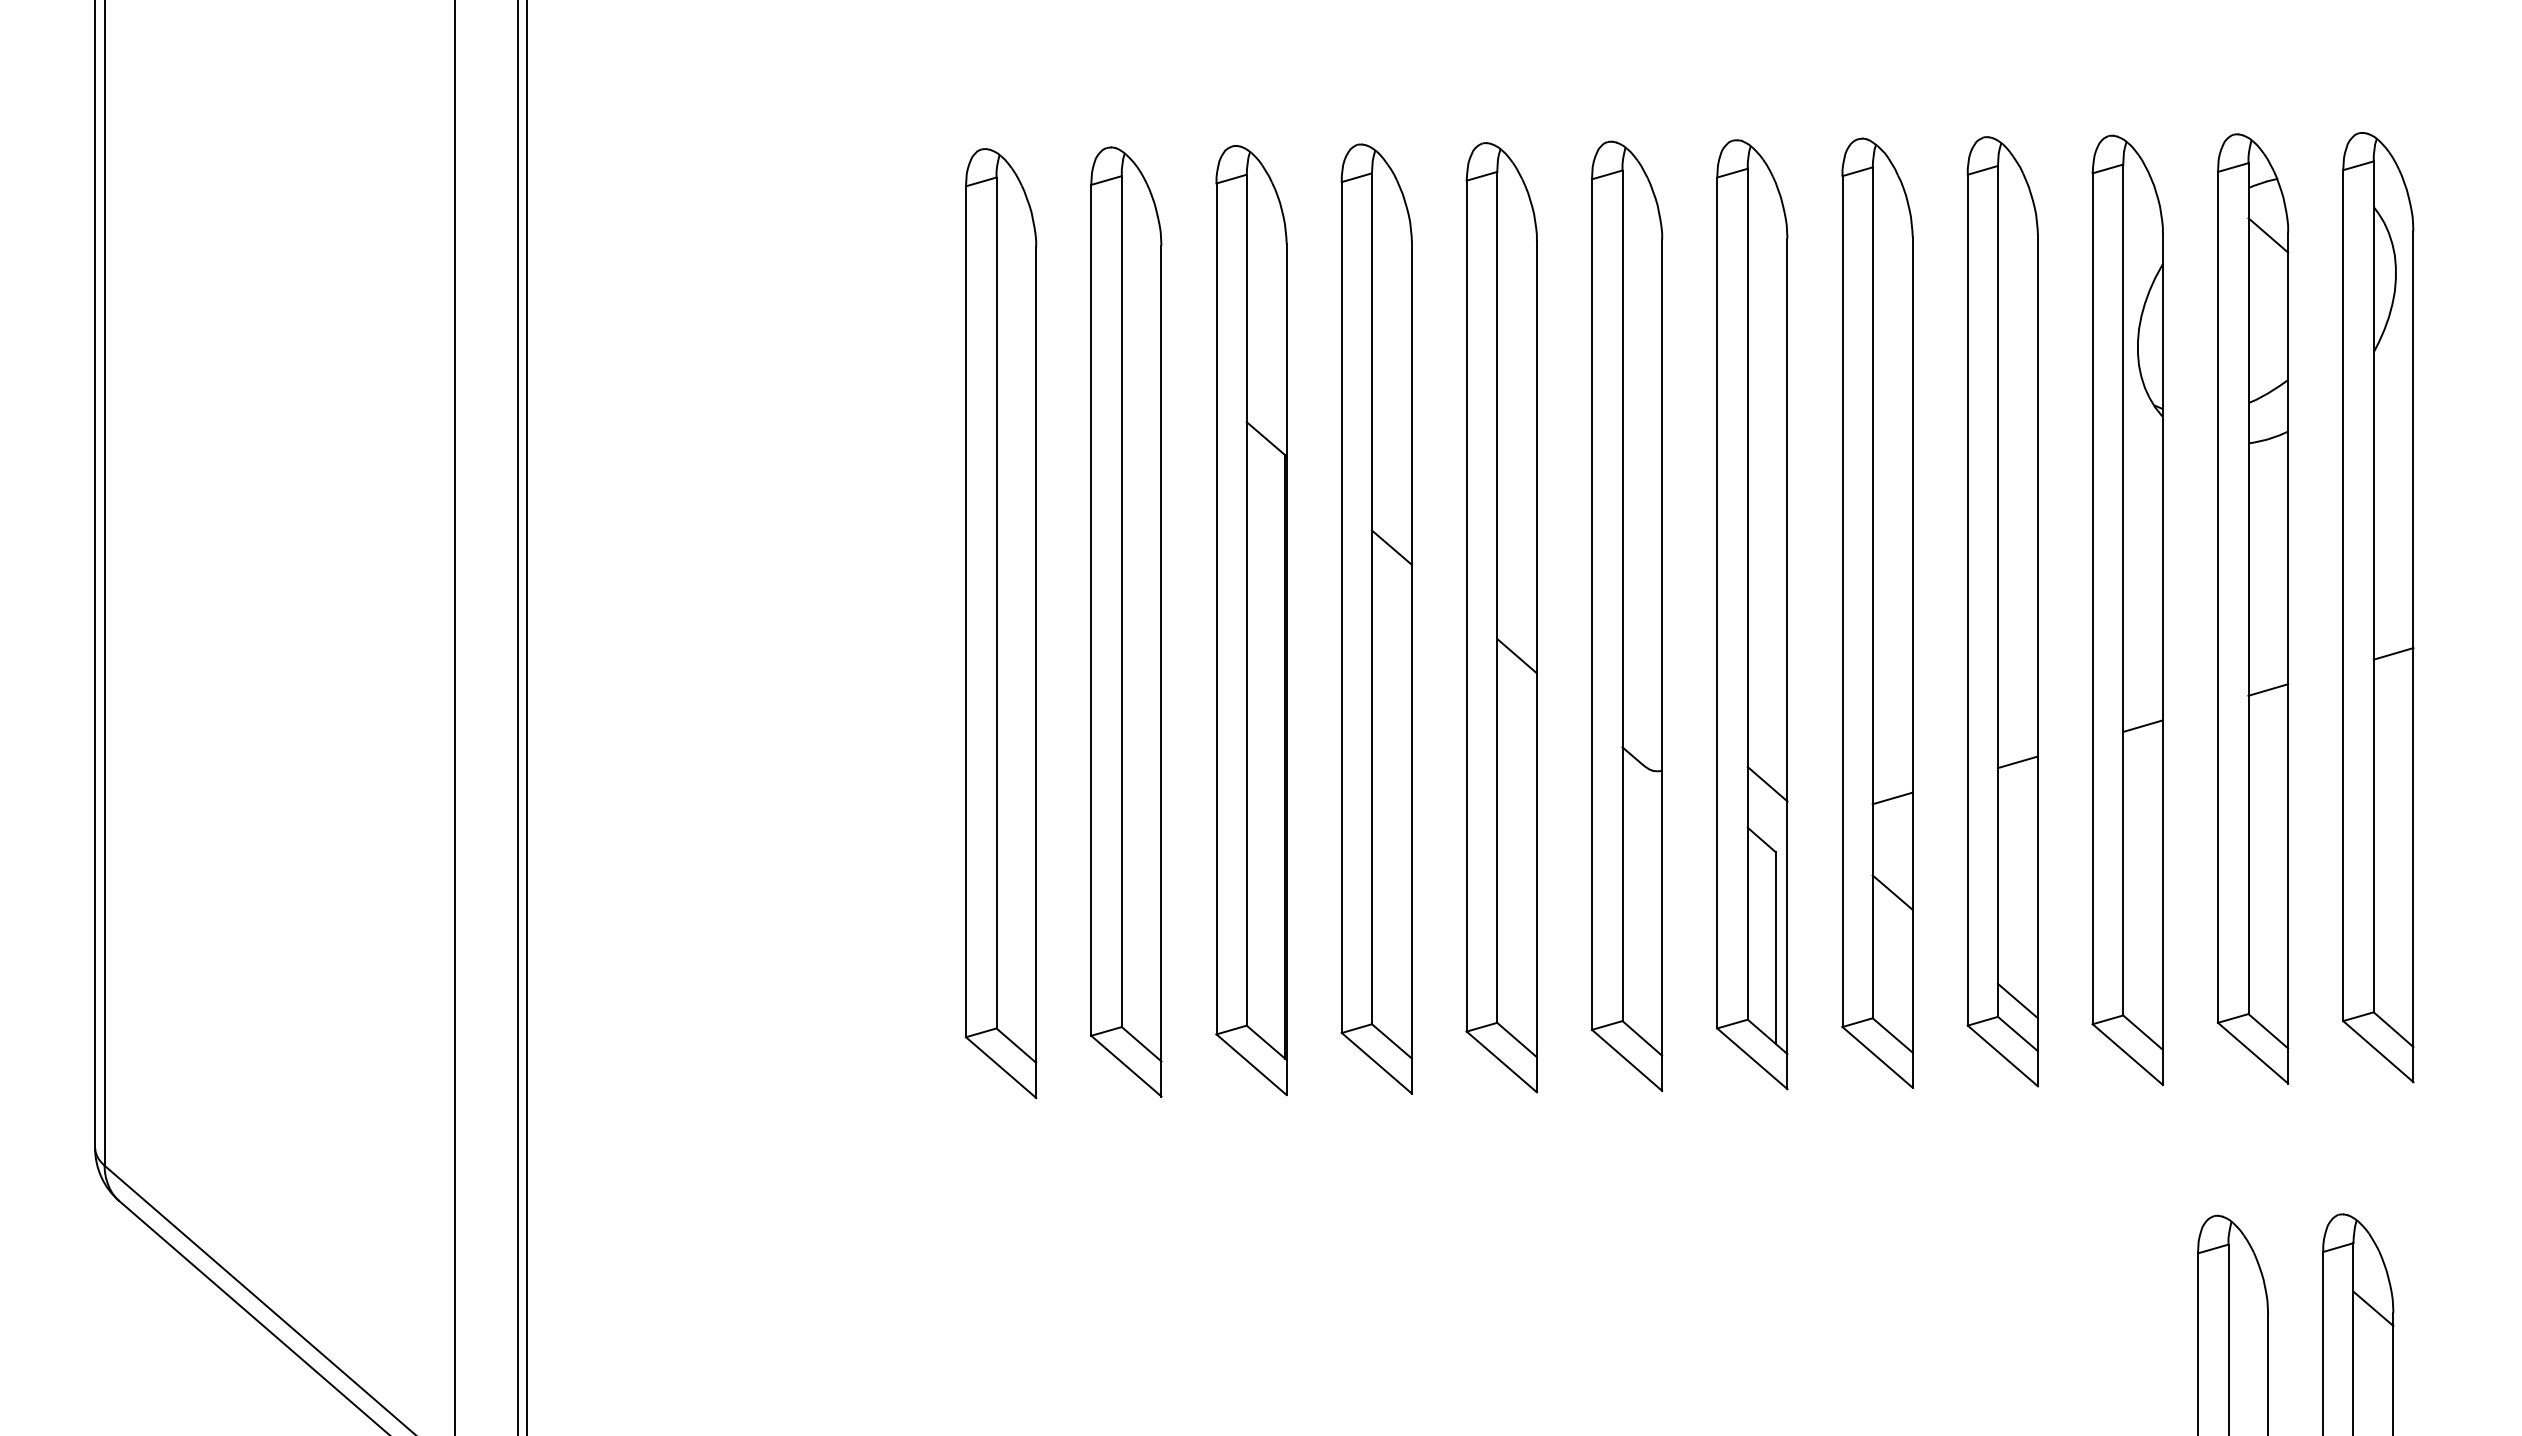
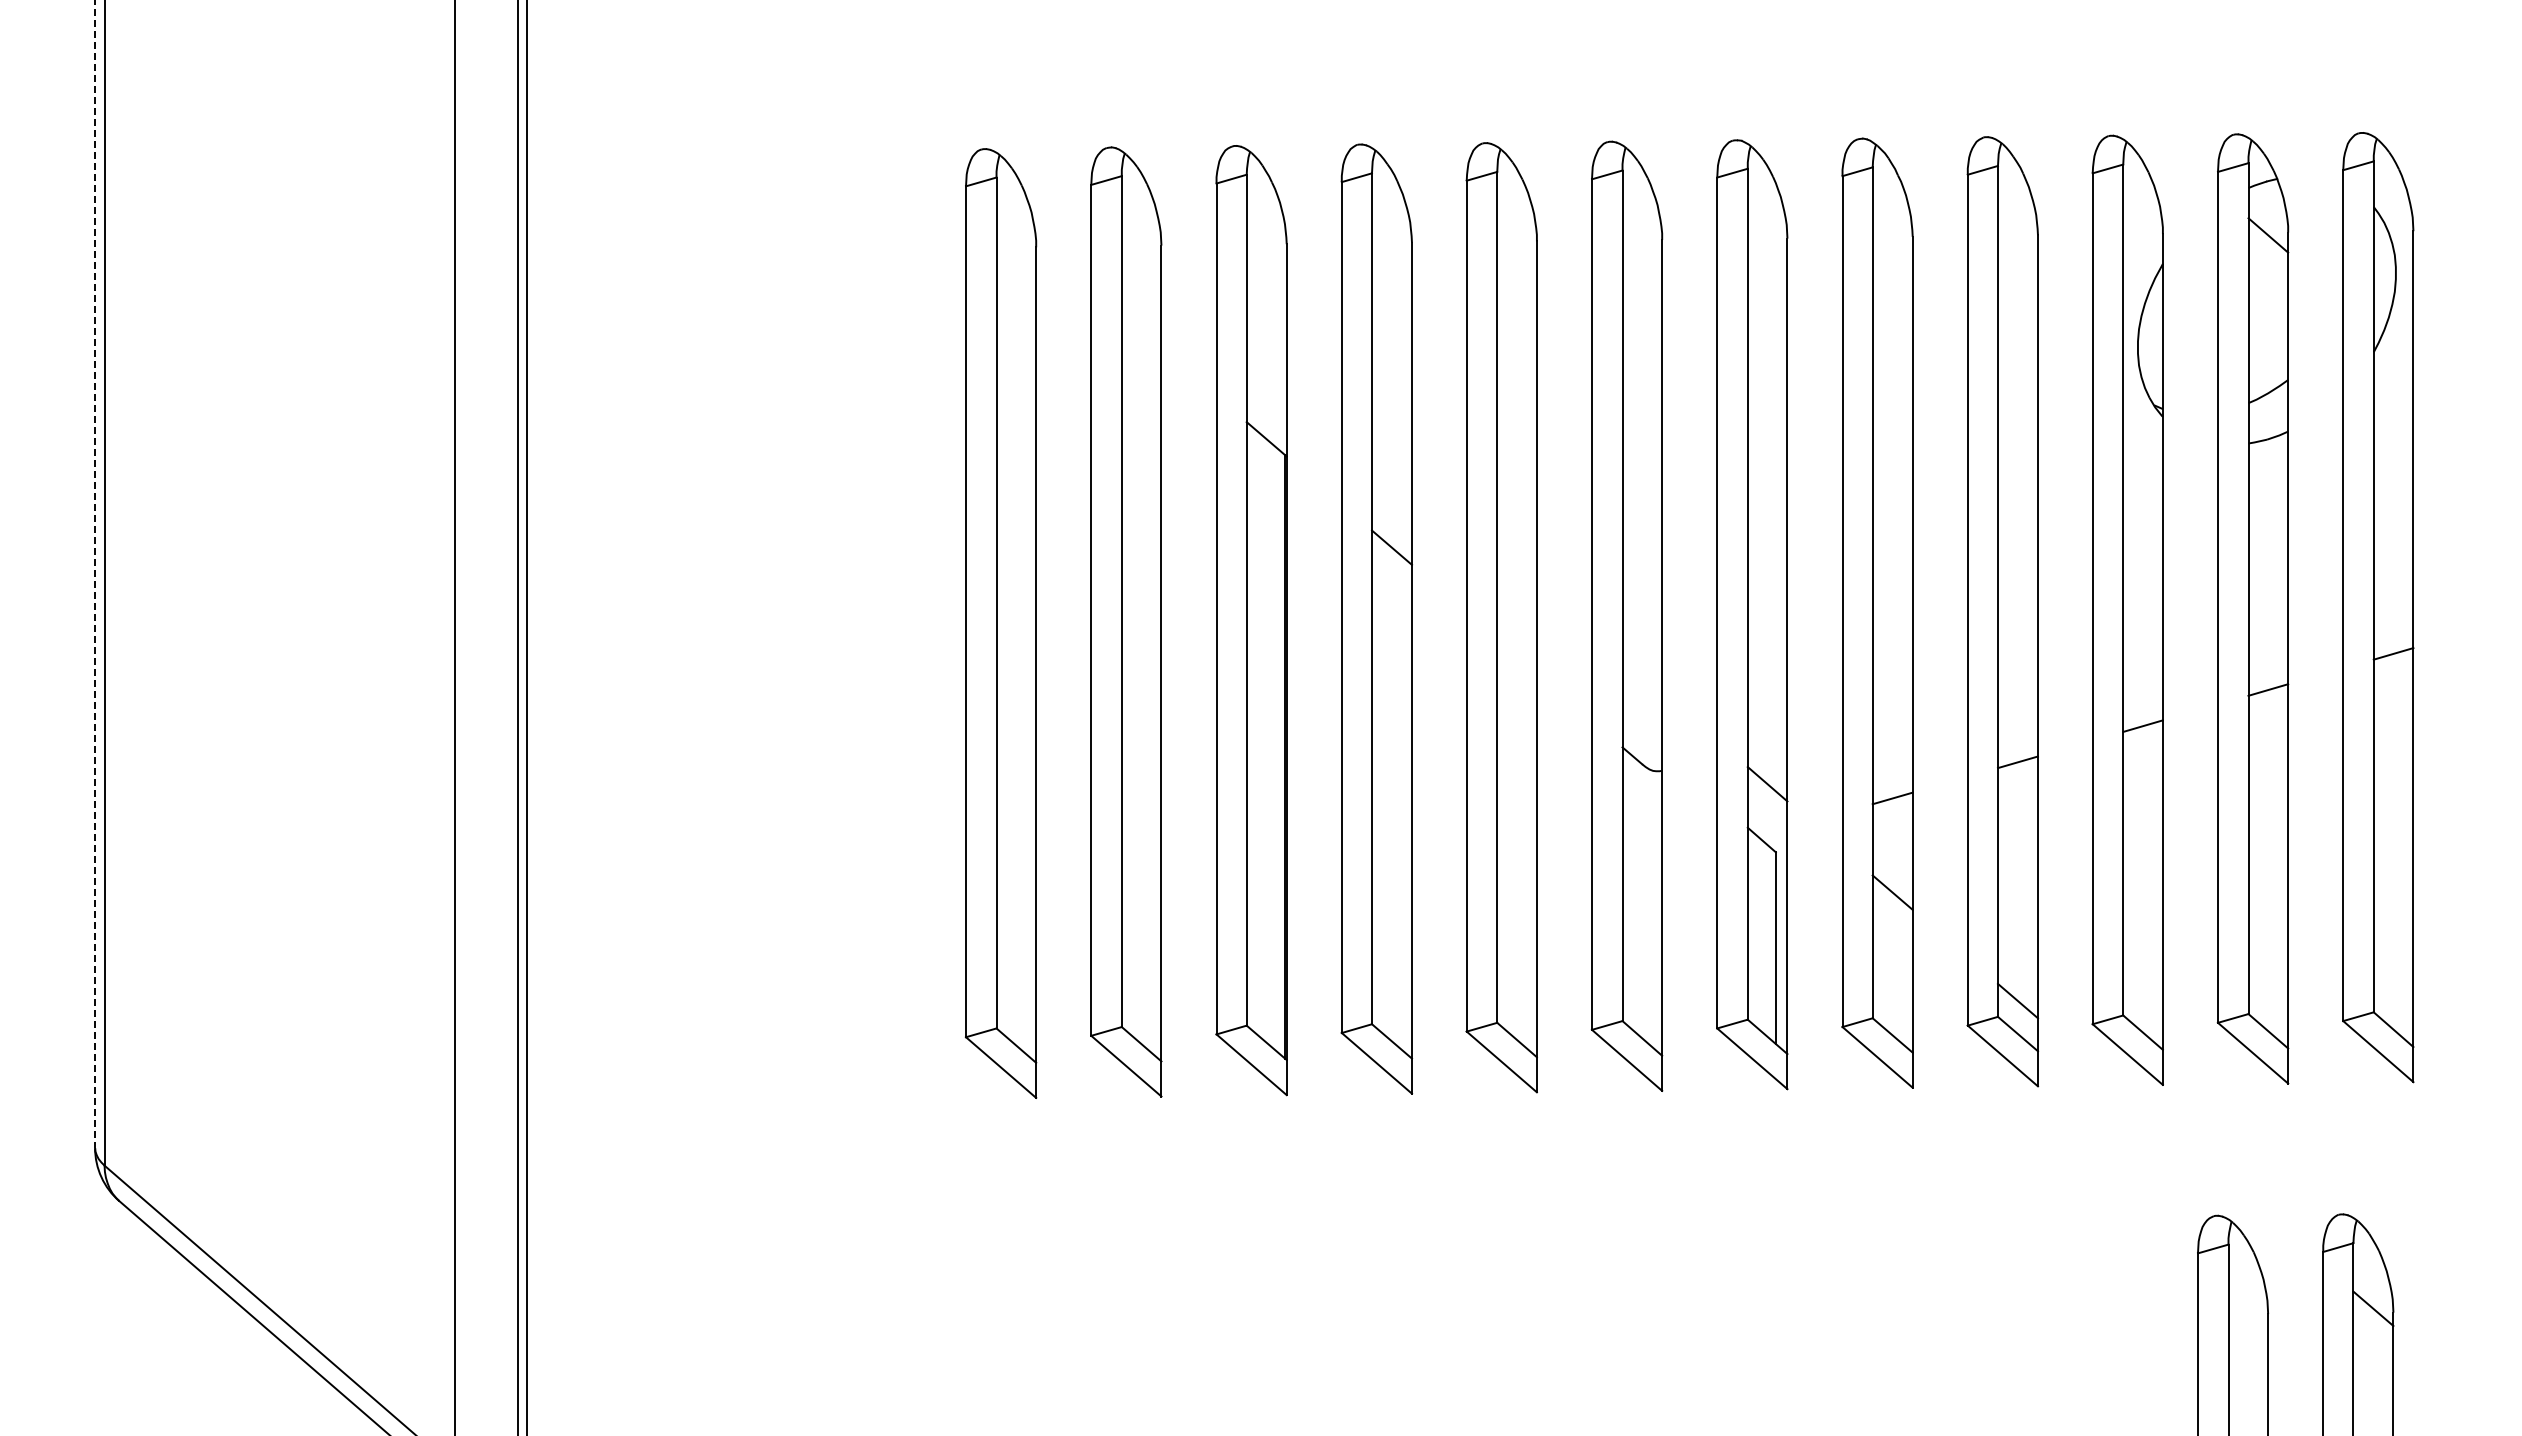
line at (95, 575): solid -> dashed
line at (1516, 655): present -> none
